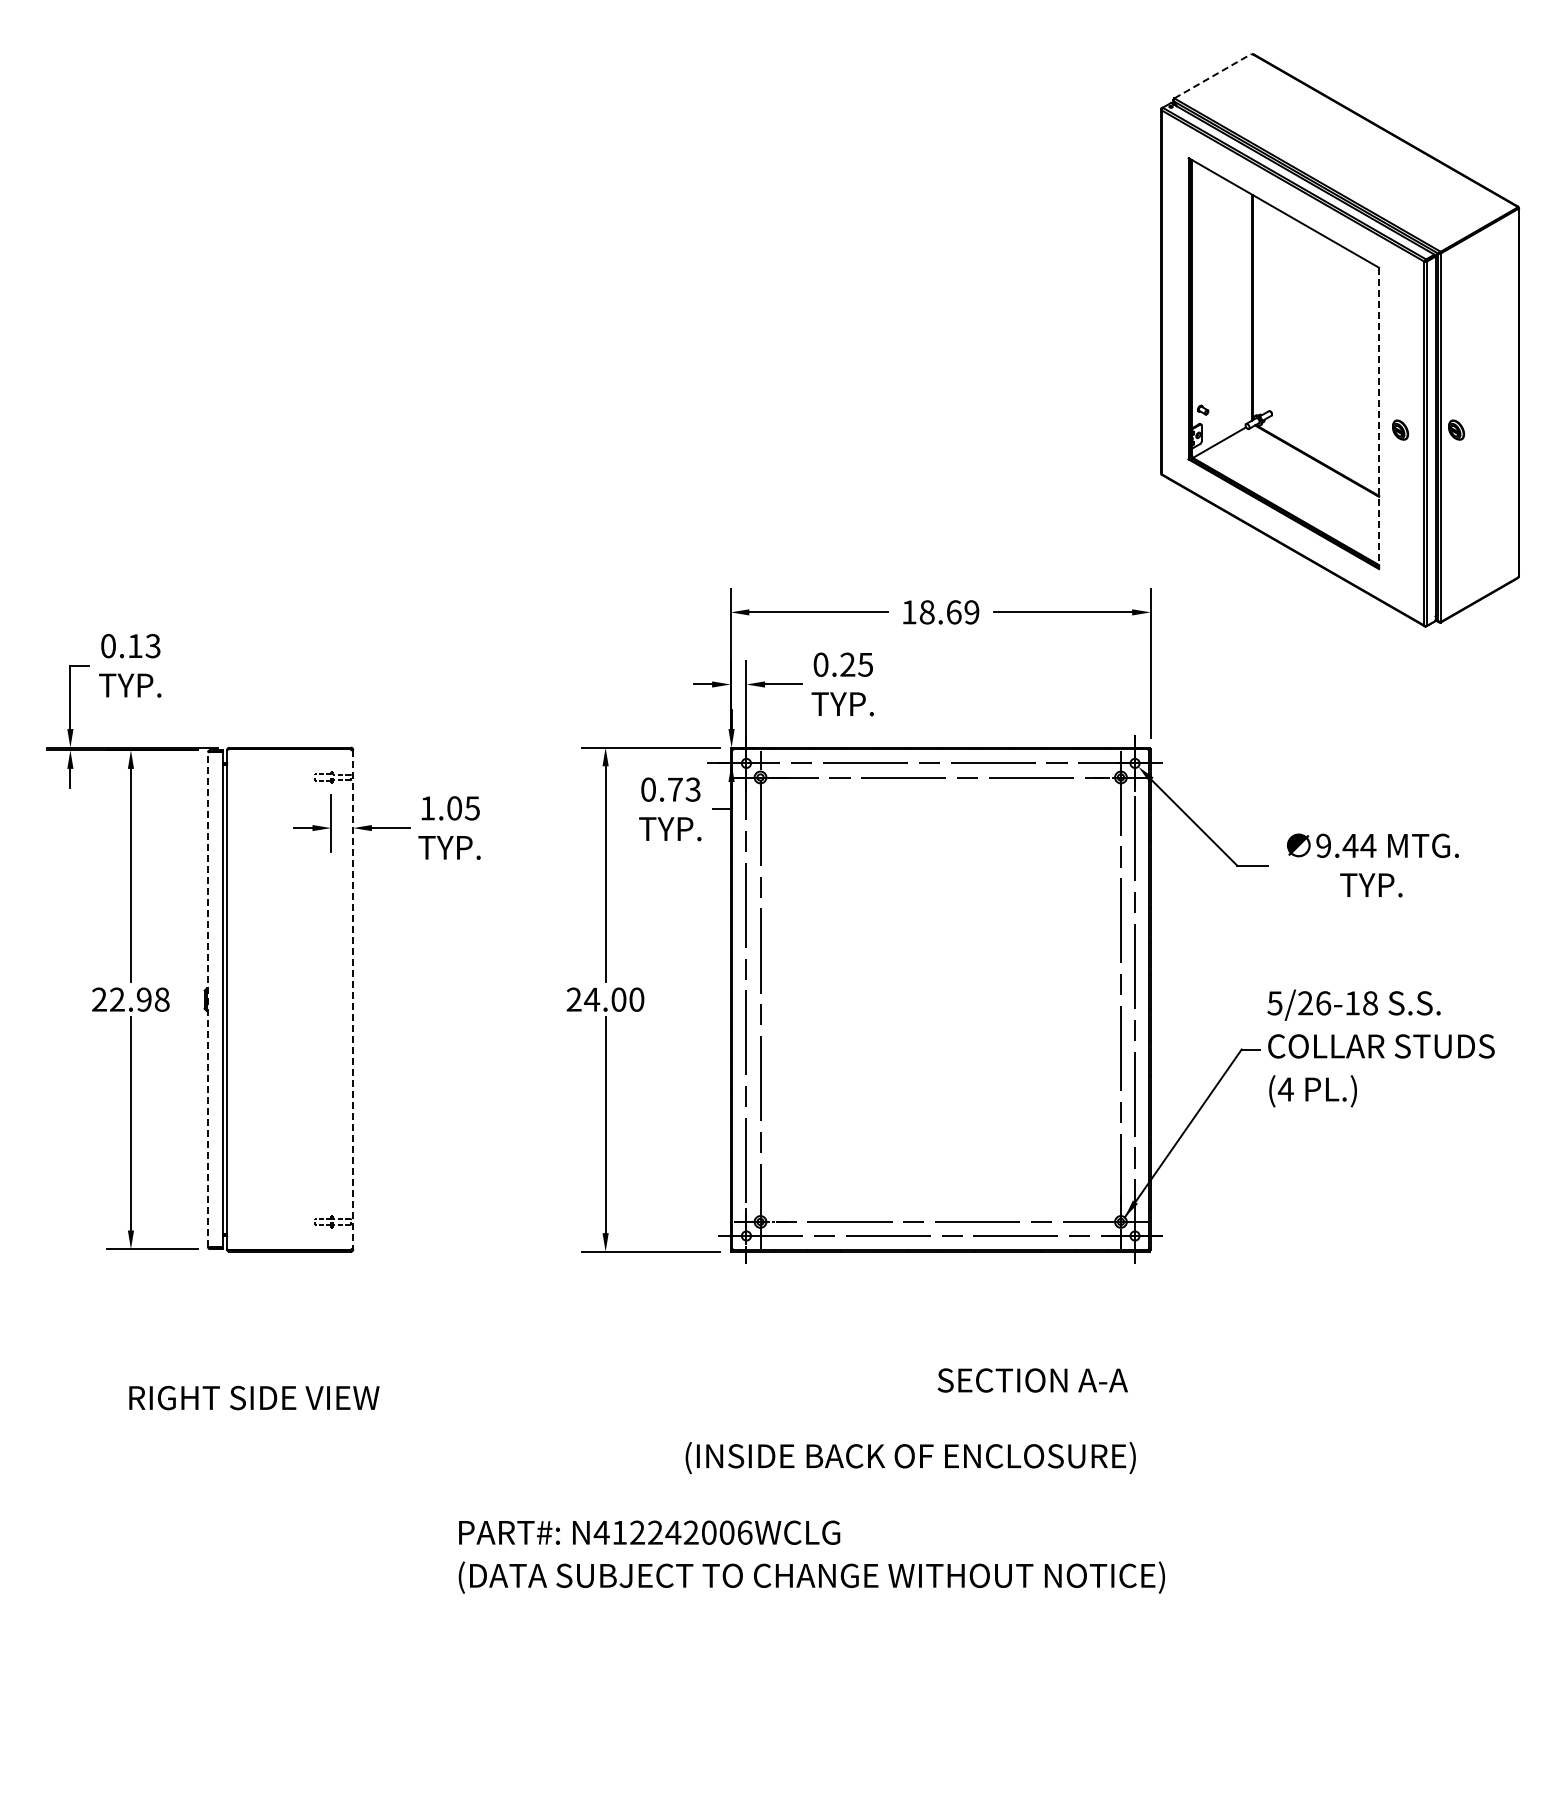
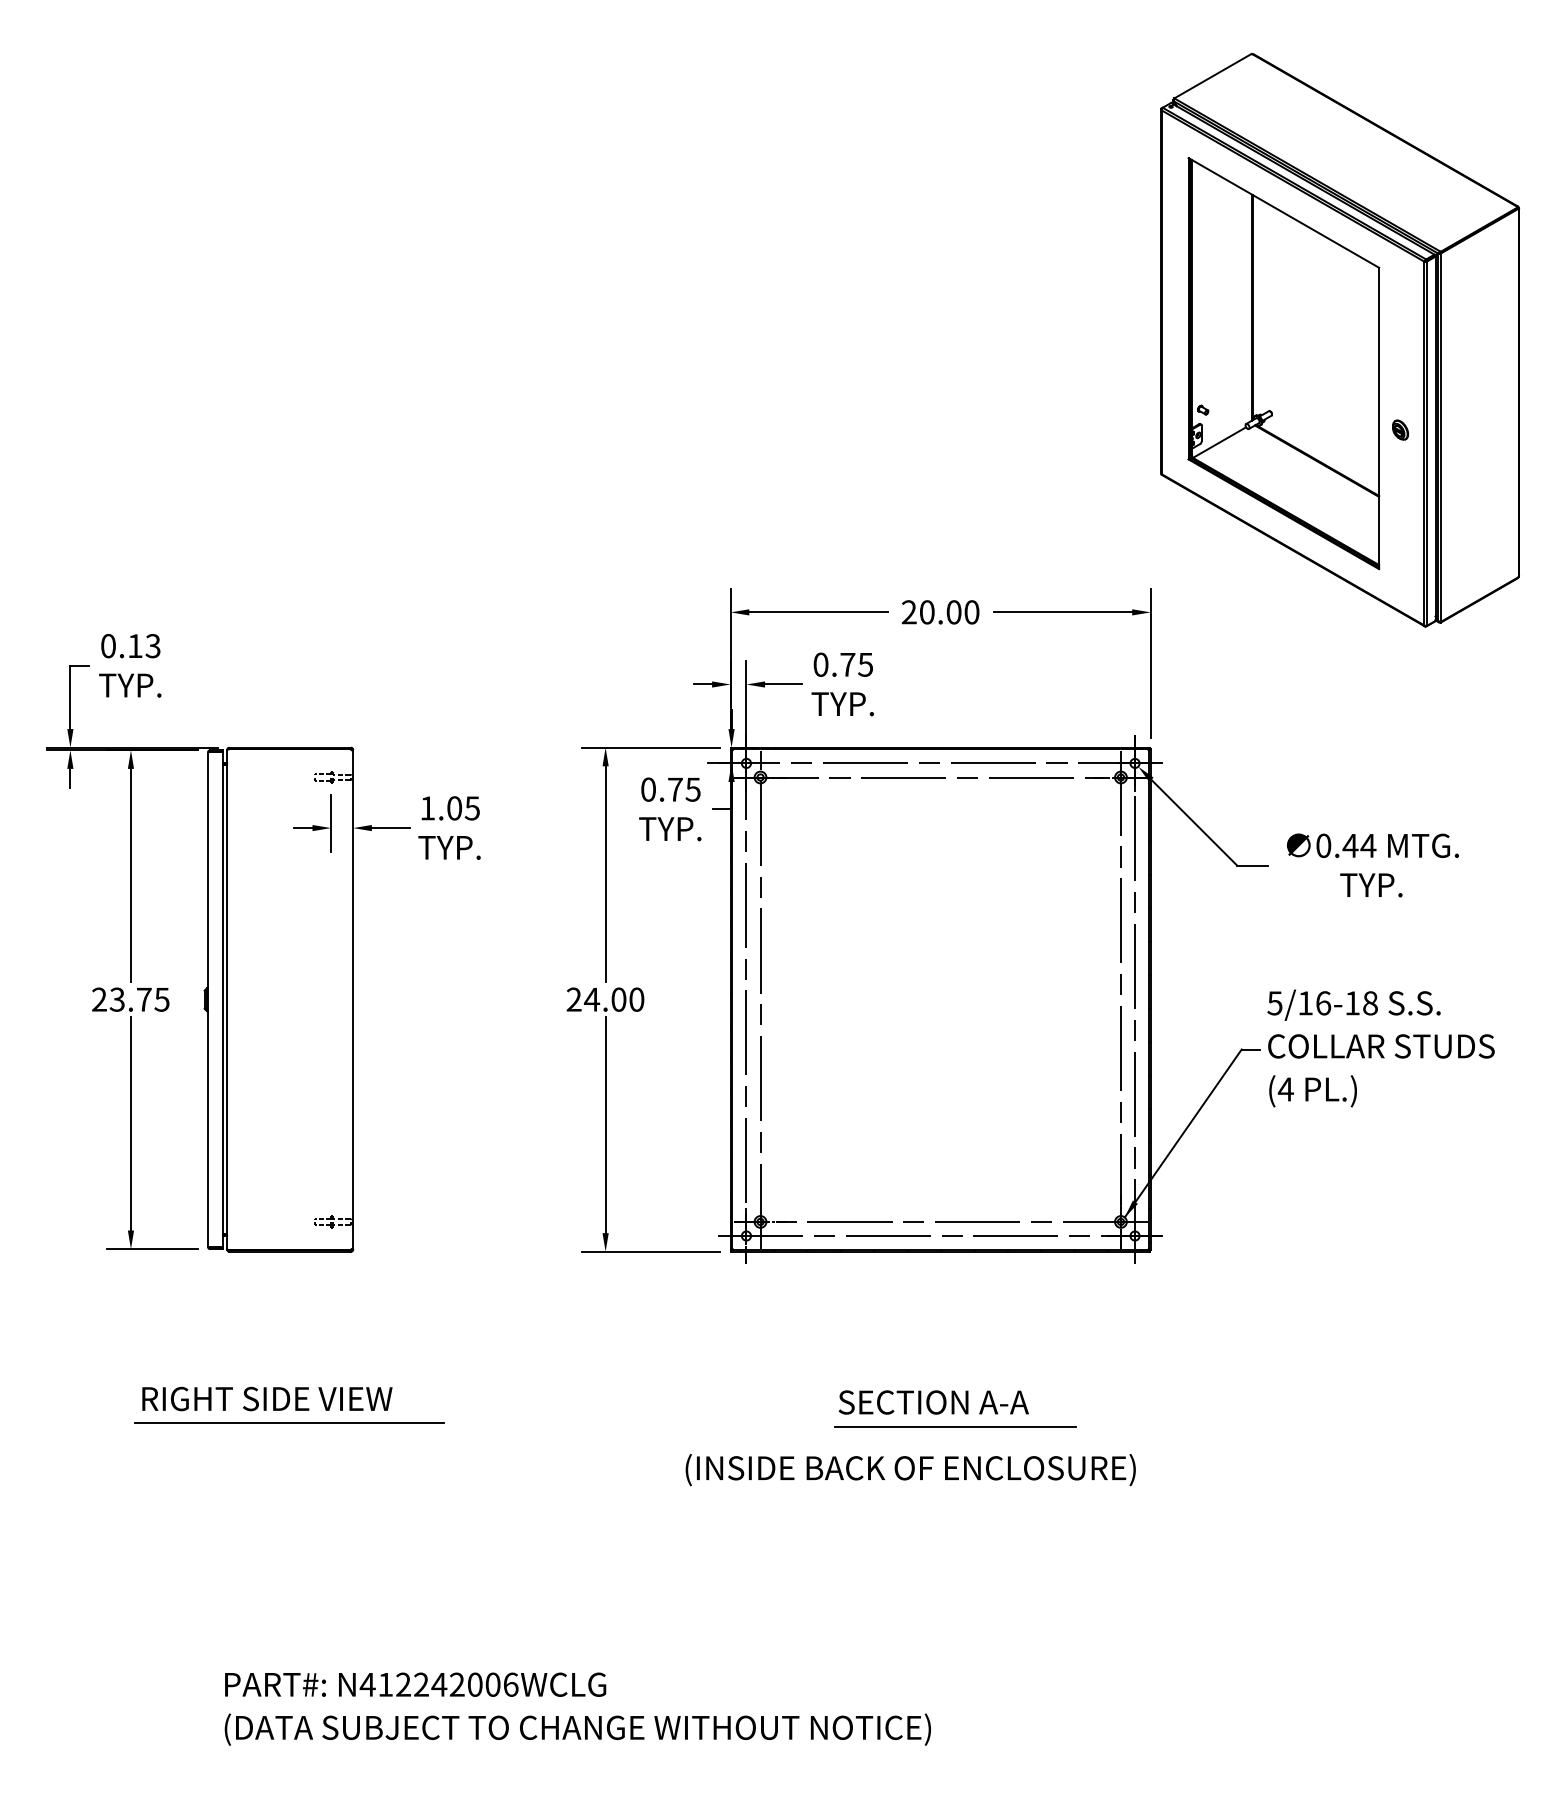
line at (1213, 75): dashed -> solid
line at (1379, 418): dashed -> solid
part at (1456, 429): present -> none
text at (940, 612): 18.69 -> 20.00
text at (847, 664): 0.25 -> 0.75
text at (693, 789): 0.73 -> 0.75
text at (1323, 845): 9.44 -> 0.44
text at (139, 999): 22.98 -> 23.75
line at (207, 999): dashed -> solid
line at (353, 999): dashed -> solid
text at (1305, 1003): 5/26-18 -> 5/16-18
text at (1032, 1380) position: (1032, 1380) -> (933, 1402)
text at (254, 1397) position: (254, 1397) -> (267, 1398)
line at (288, 1423): none -> present
line at (954, 1427): none -> present
text at (910, 1458) position: (910, 1458) -> (910, 1470)
text at (811, 1556) position: (811, 1556) -> (577, 1708)
